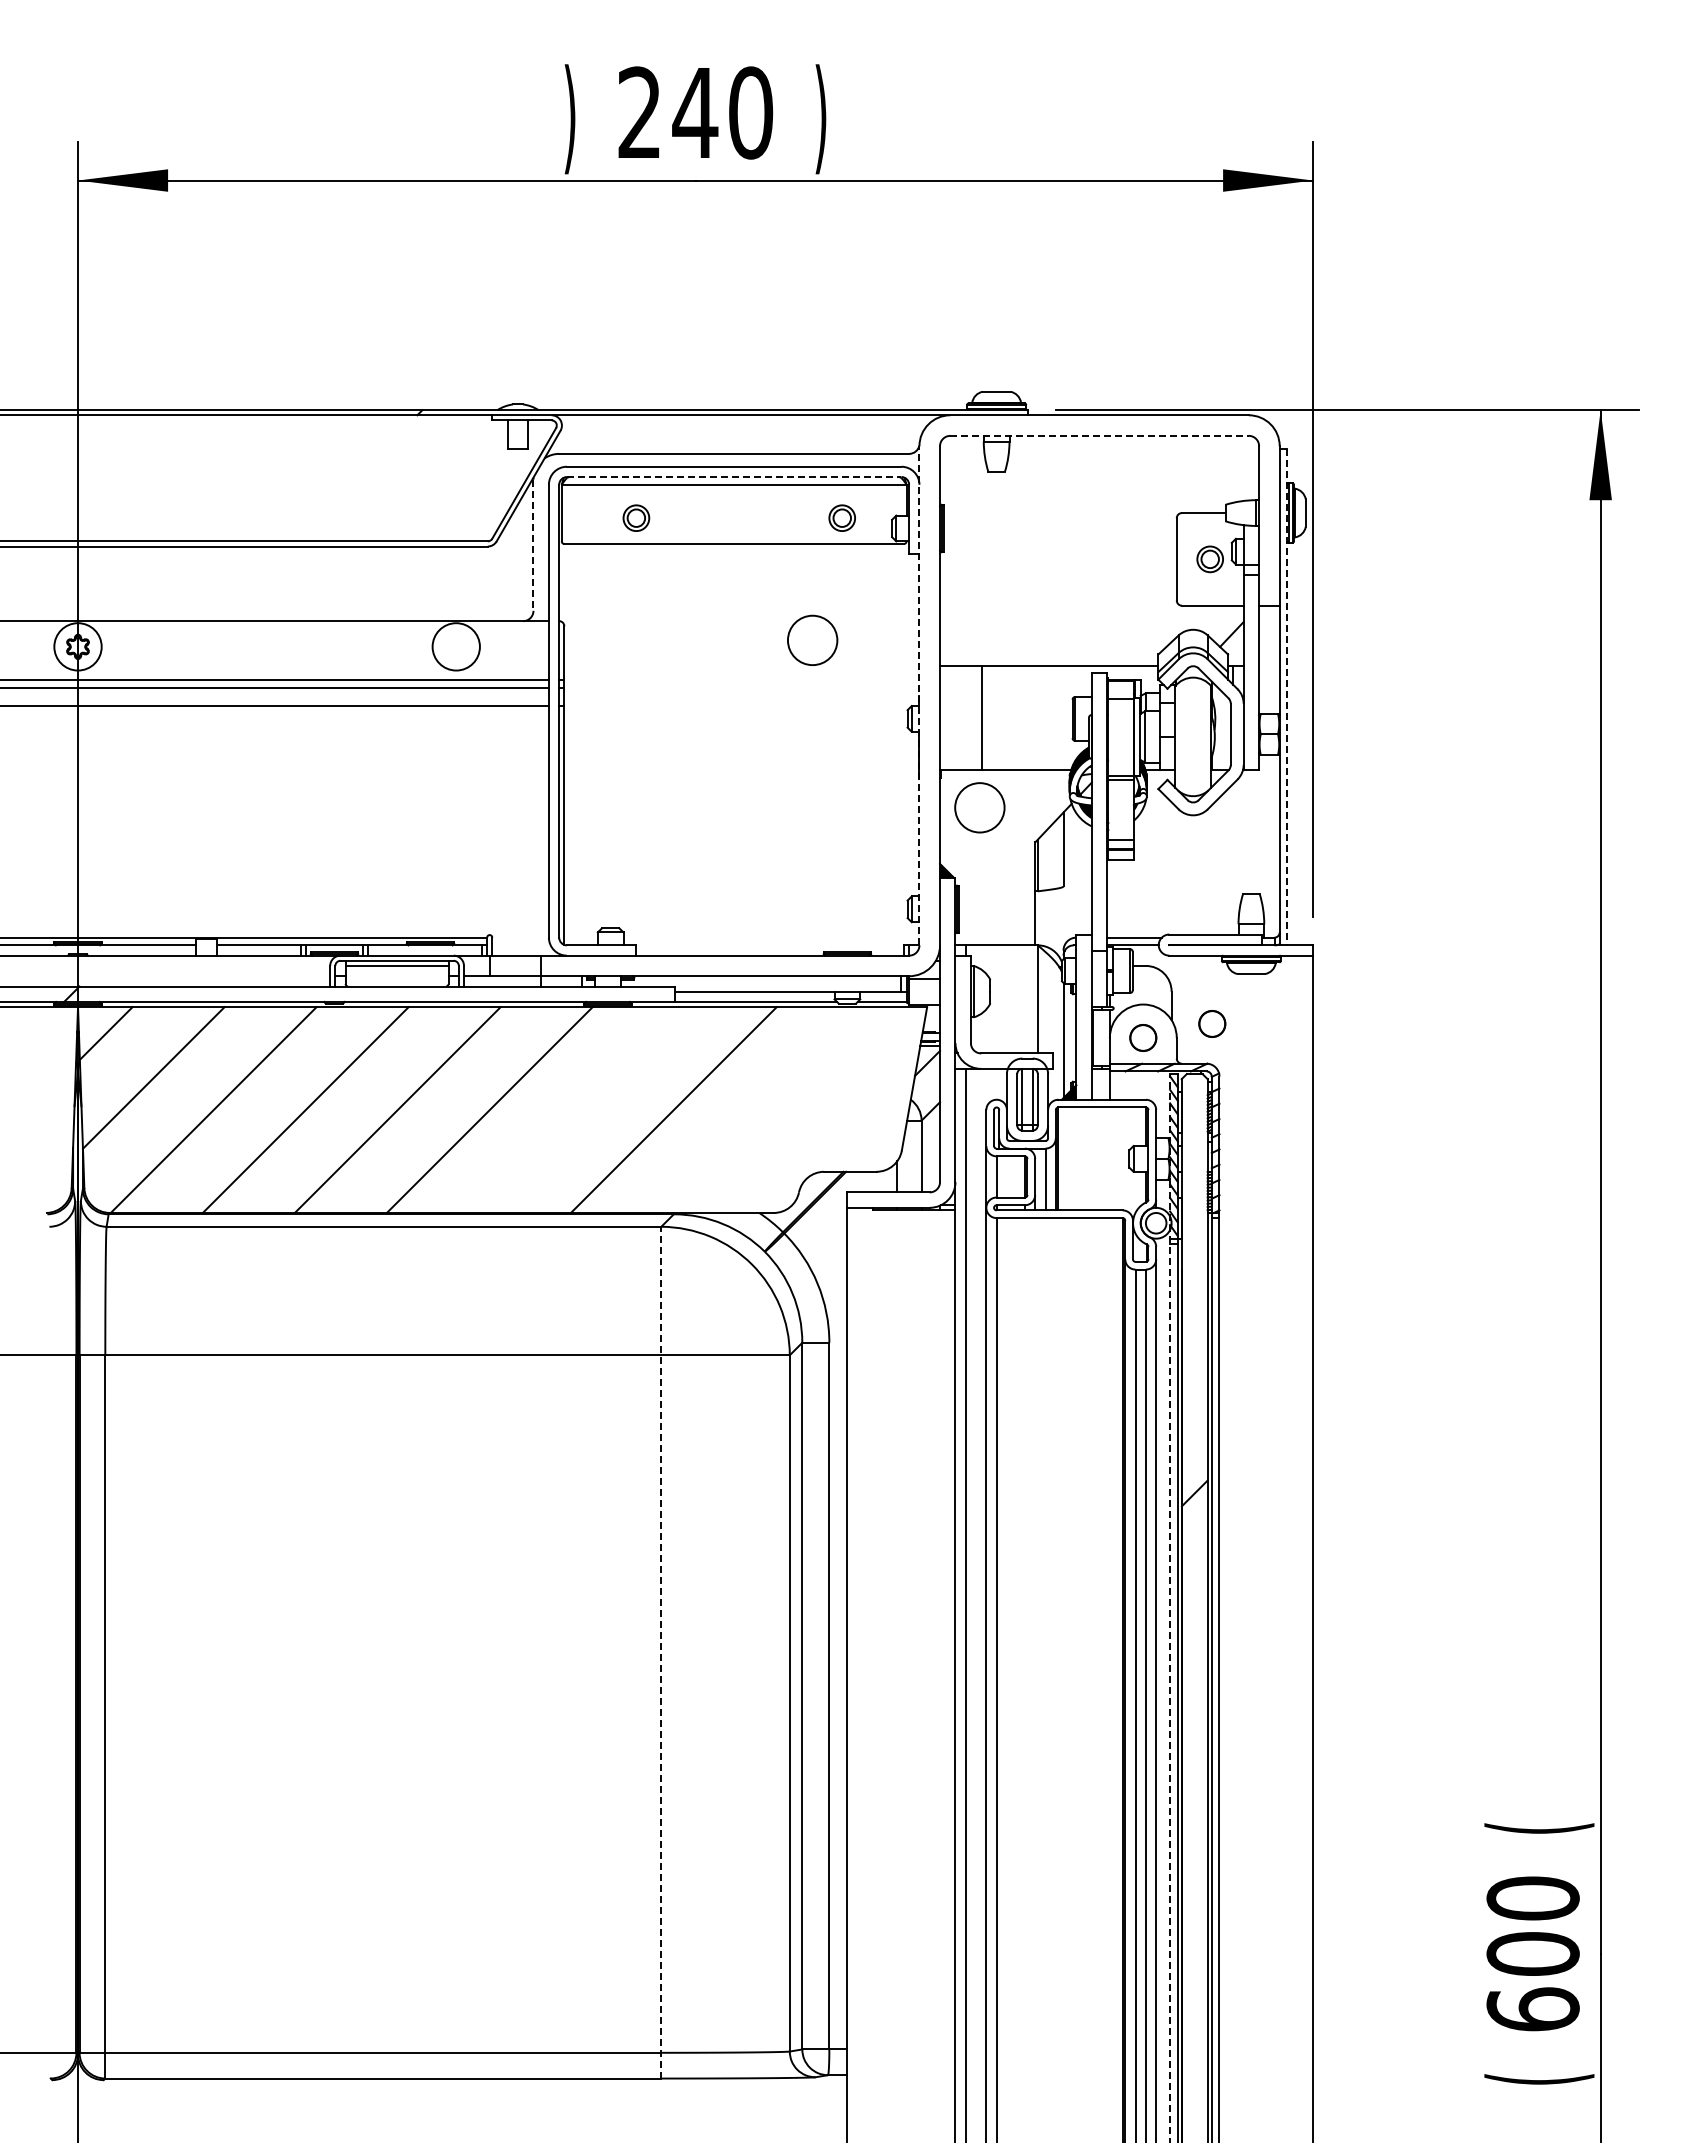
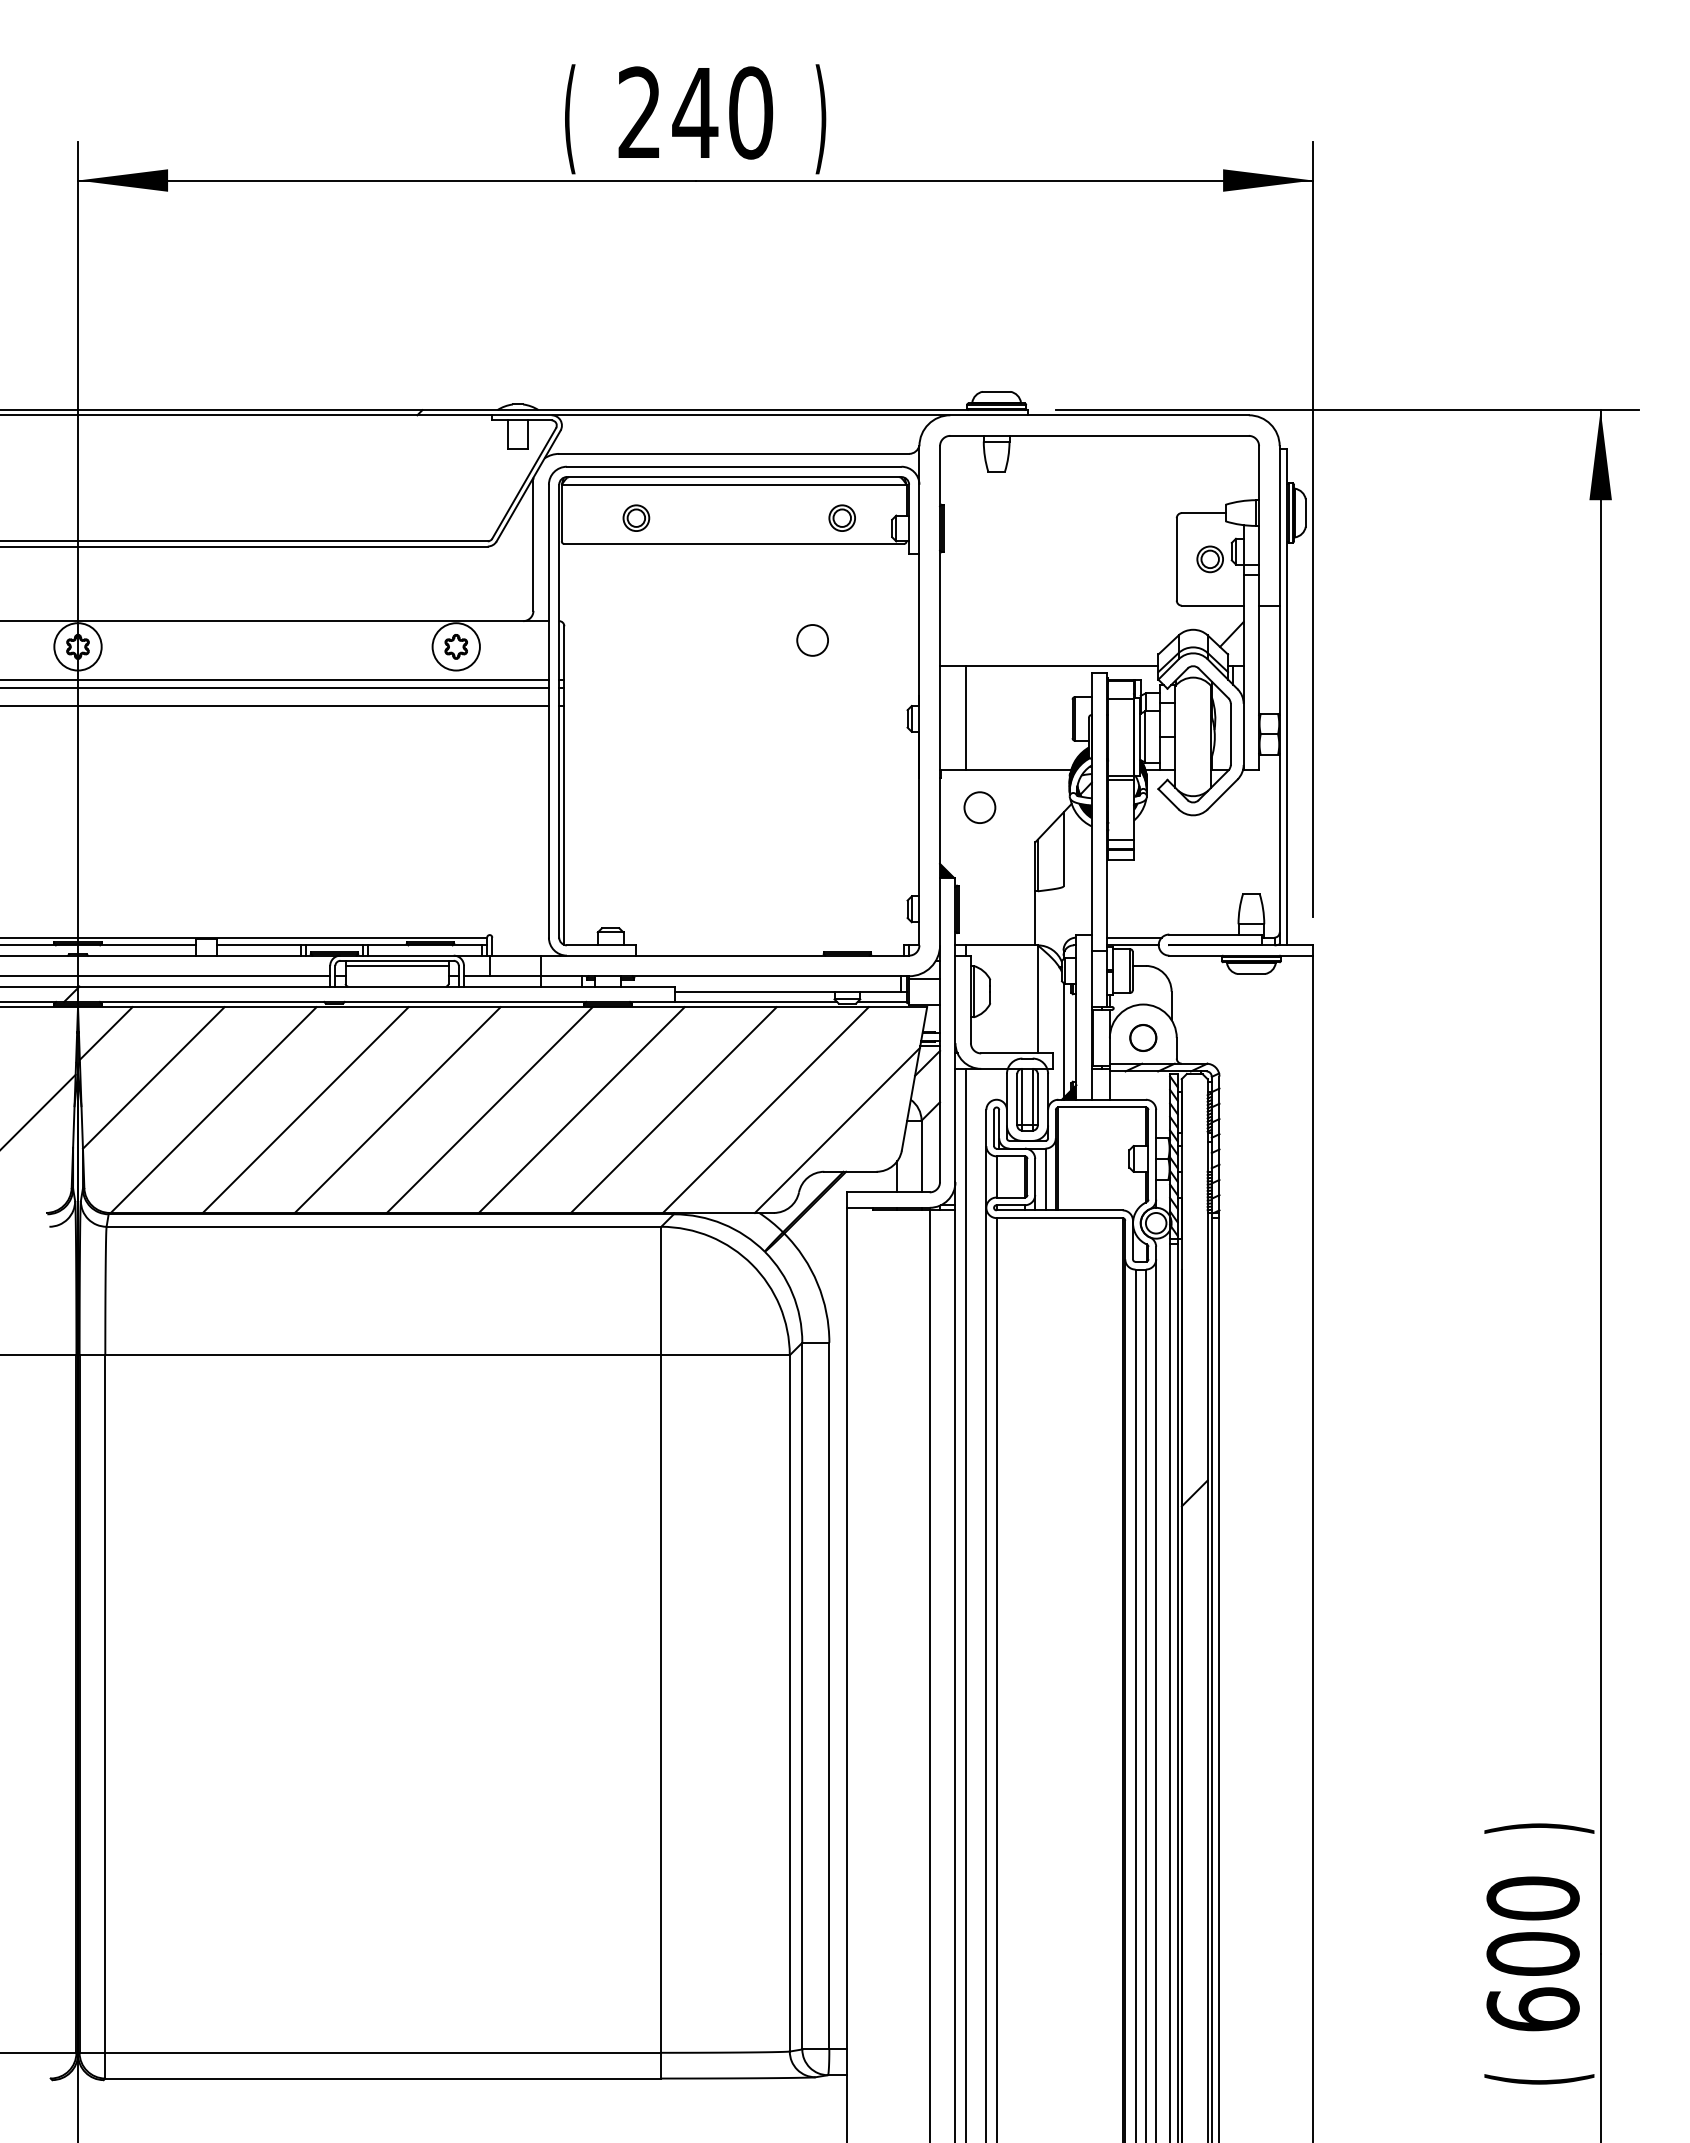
text at (569, 119): ) -> (
line at (1100, 435): dashed -> solid
line at (734, 477): dashed -> solid
line at (533, 545): dashed -> solid
circle at (812, 640) diameter: 49 px -> 31 px
part at (455, 646): none -> present
line at (919, 695): dashed -> solid
line at (1287, 697): dashed -> solid
line at (981, 718) position: (981, 718) -> (965, 718)
circle at (979, 807) size: 52x52 px -> 34x33 px
line at (166, 976): none -> present
circle at (1212, 1023): present -> none
line at (581, 1109): none -> present
line at (765, 1109): none -> present
line at (38, 1110): none -> present
line at (836, 1129): none -> present
line at (1170, 1608): dashed -> solid
line at (661, 1652): dashed -> solid
line at (929, 1674): none -> present
text at (1539, 1828): ( -> )
